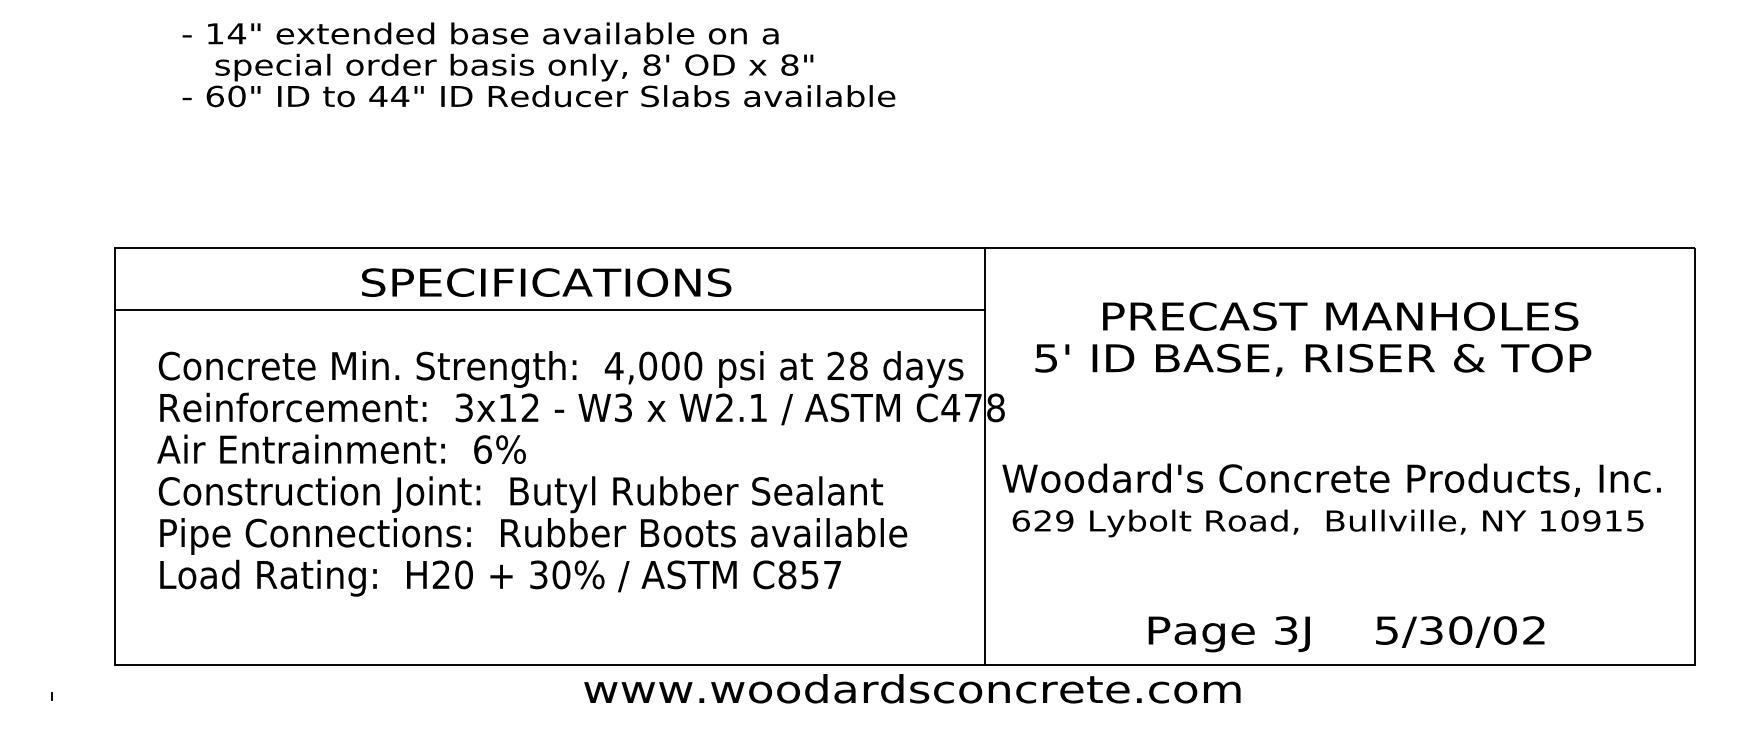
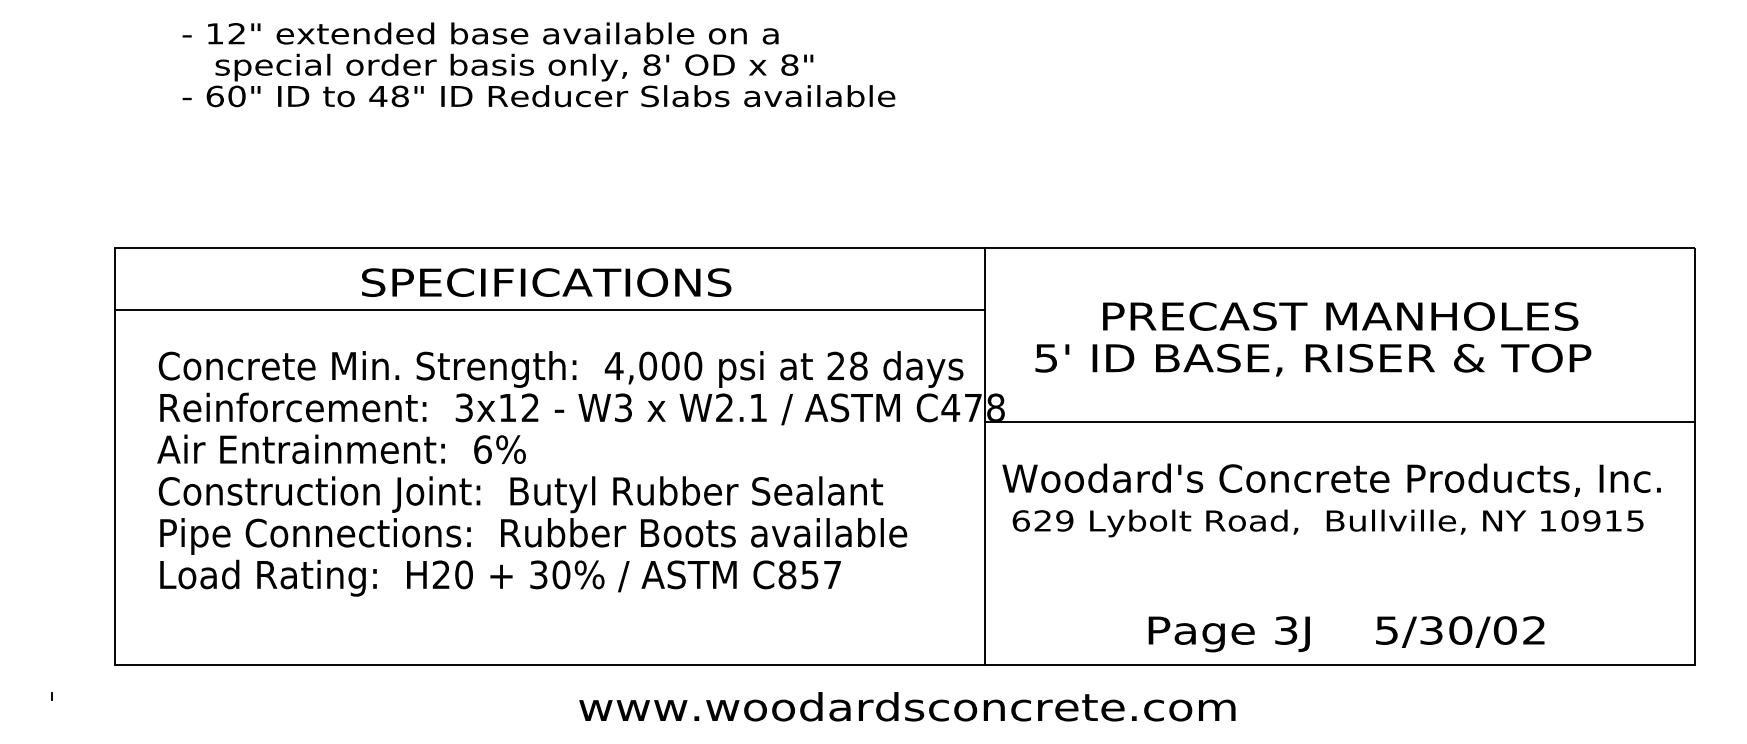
text at (236, 33): 14" -> 12"
text at (400, 96): 44" -> 48"
line at (1339, 421): none -> present
text at (912, 688) position: (912, 688) -> (907, 706)
